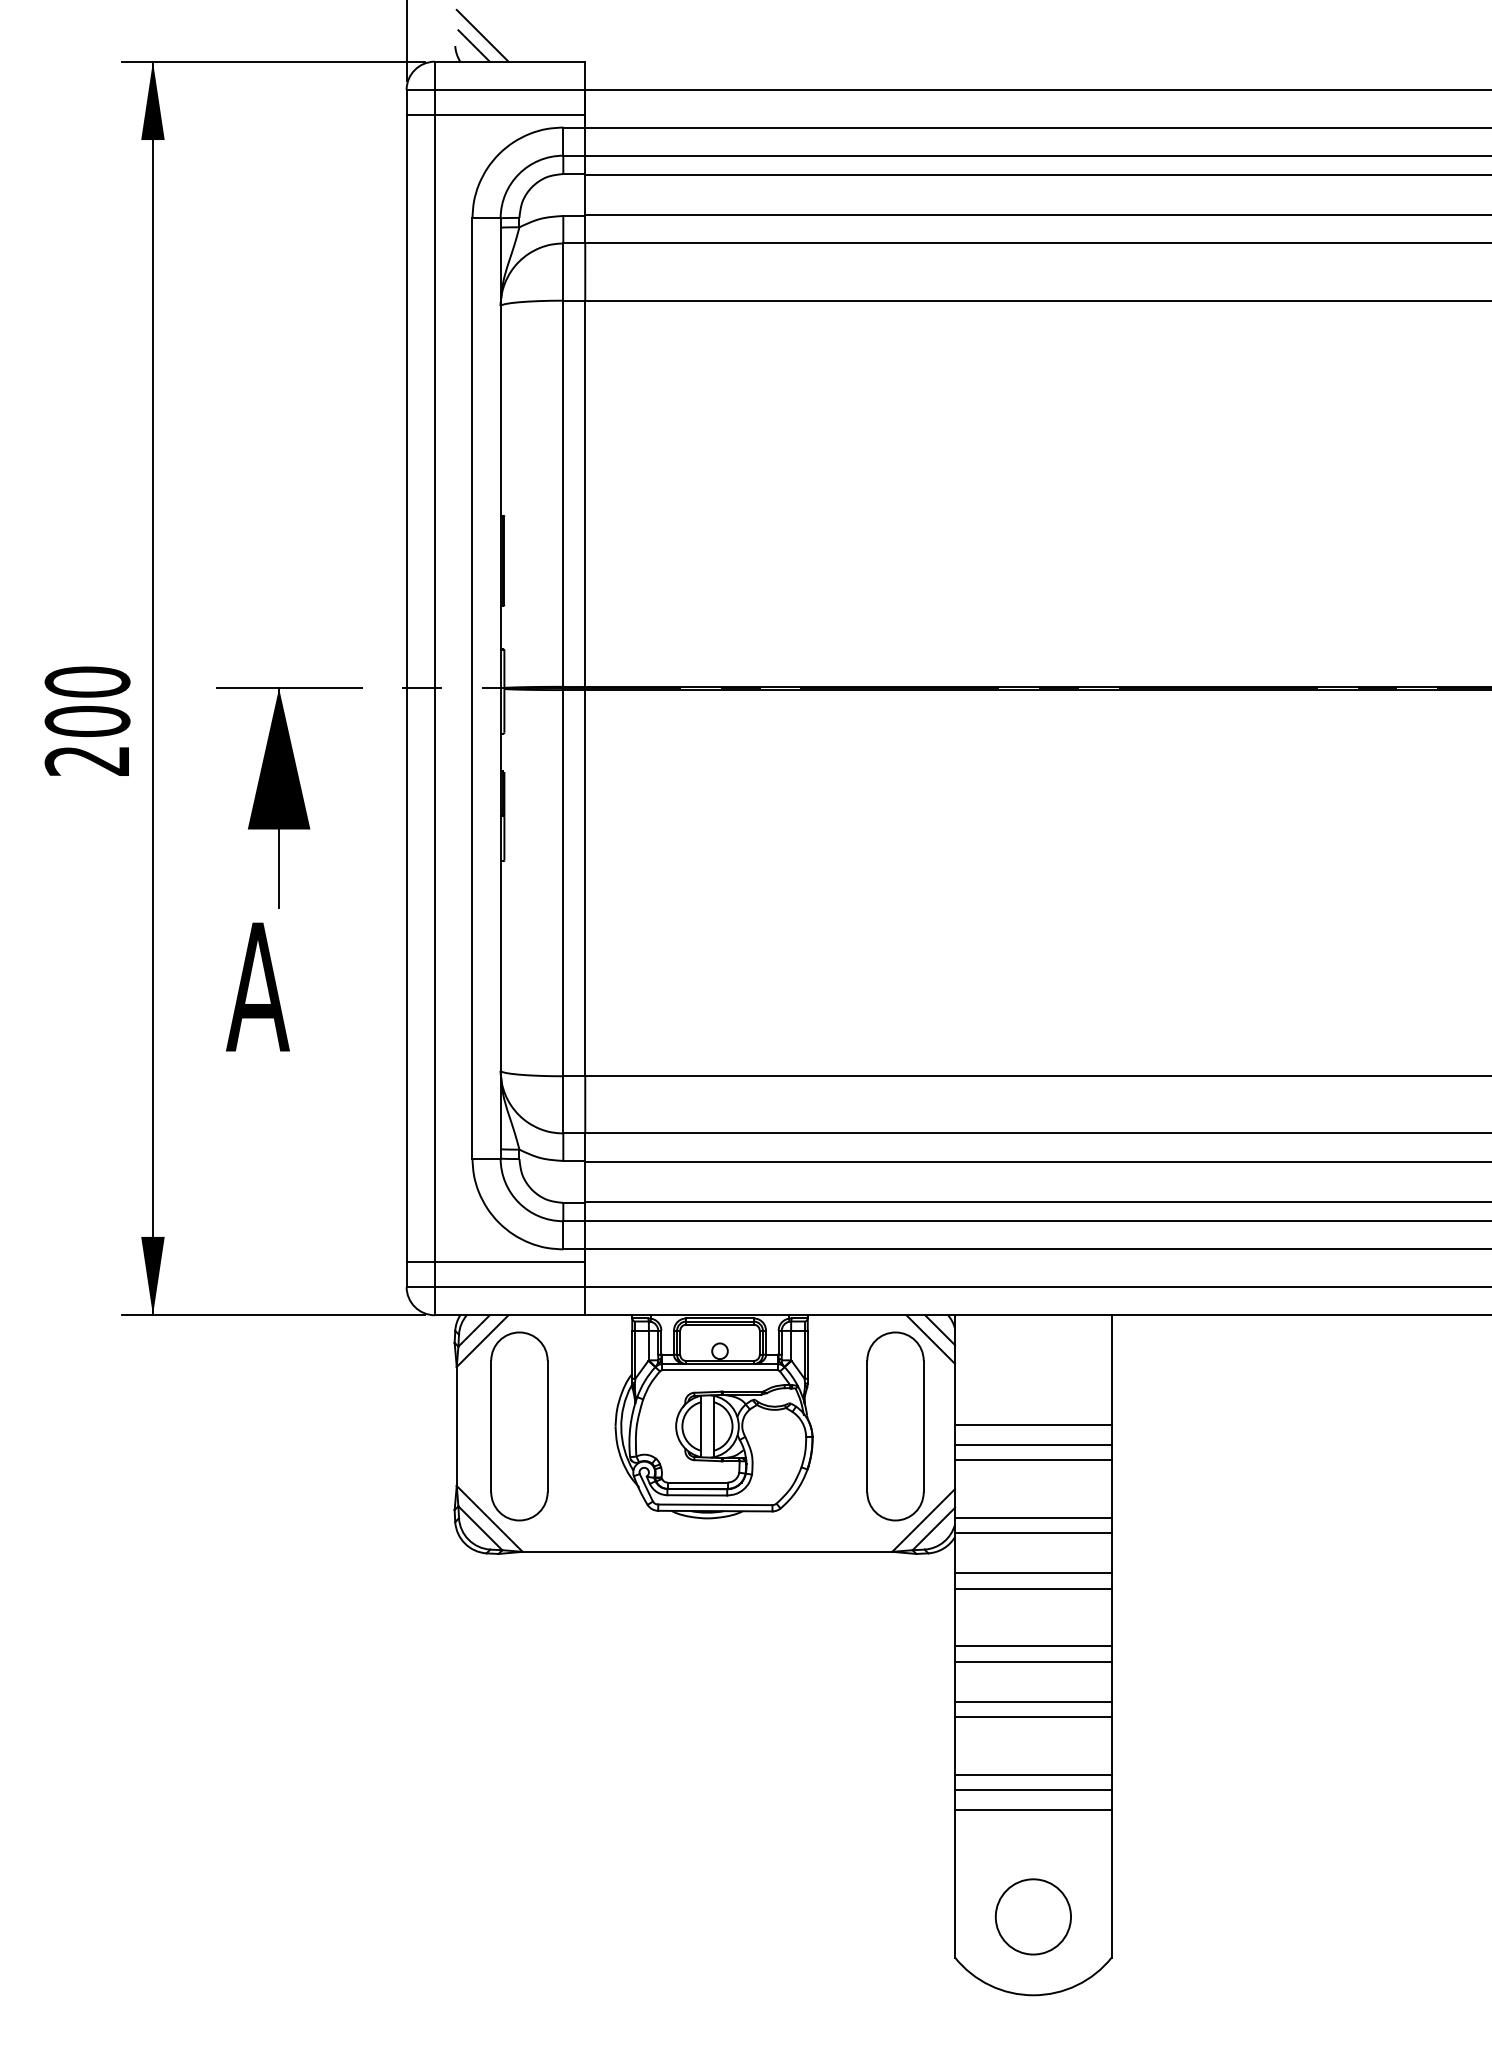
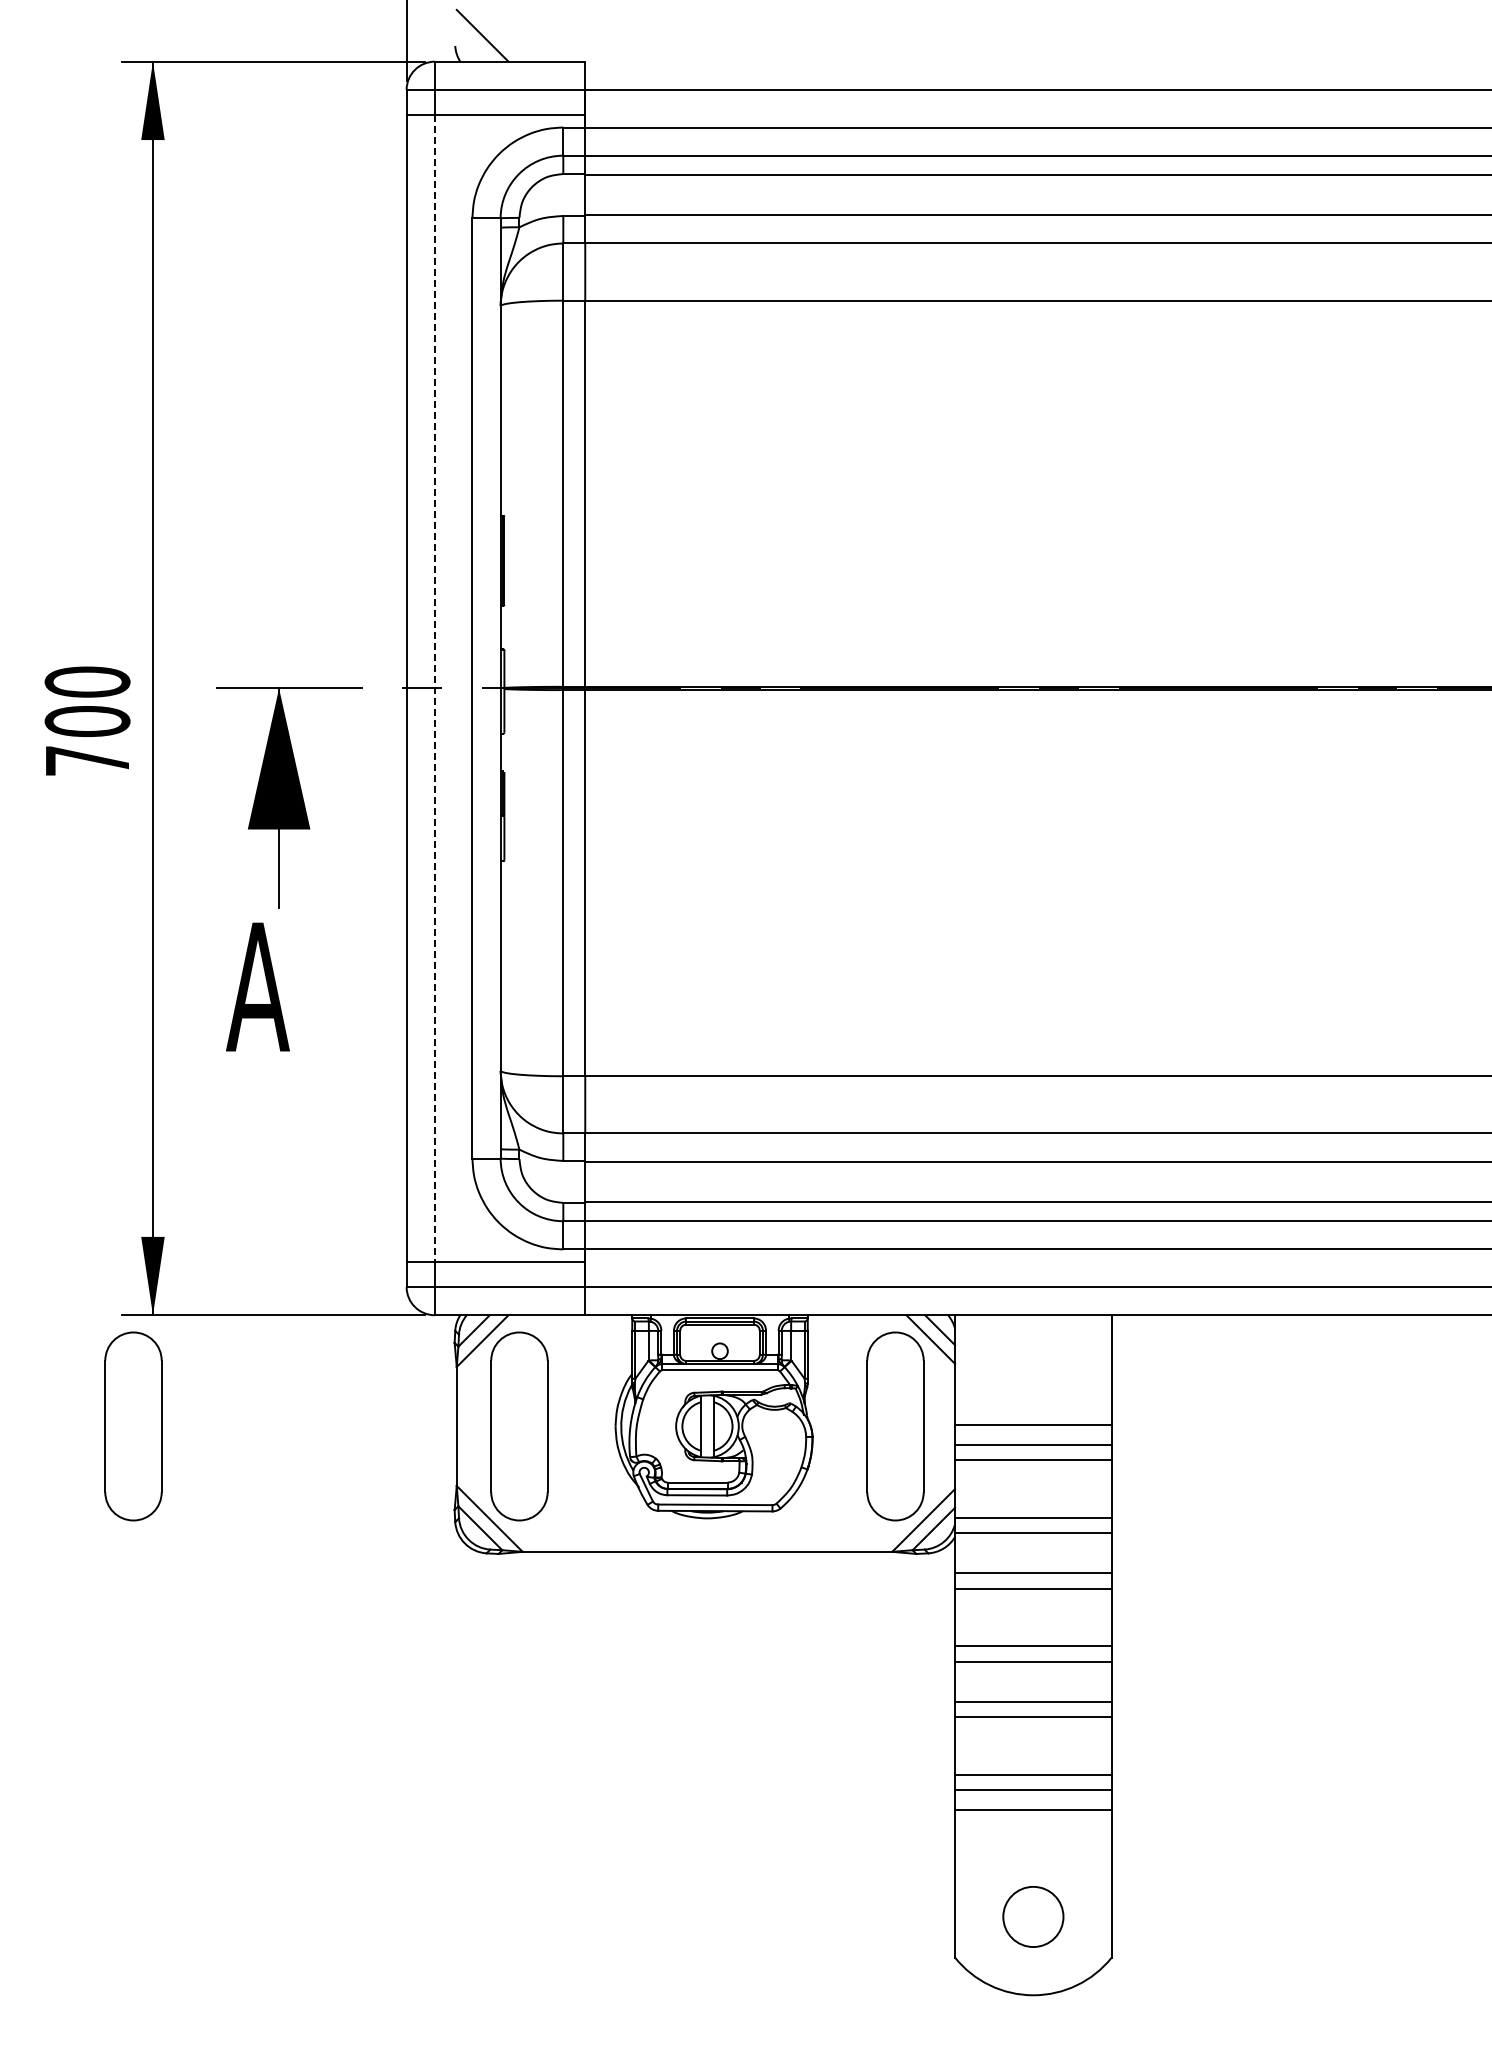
line at (473, 45): present -> none
line at (434, 688): solid -> dashed
text at (86, 760): 200 -> 700
part at (133, 1426): none -> present
circle at (1033, 1916) diameter: 75 px -> 60 px
